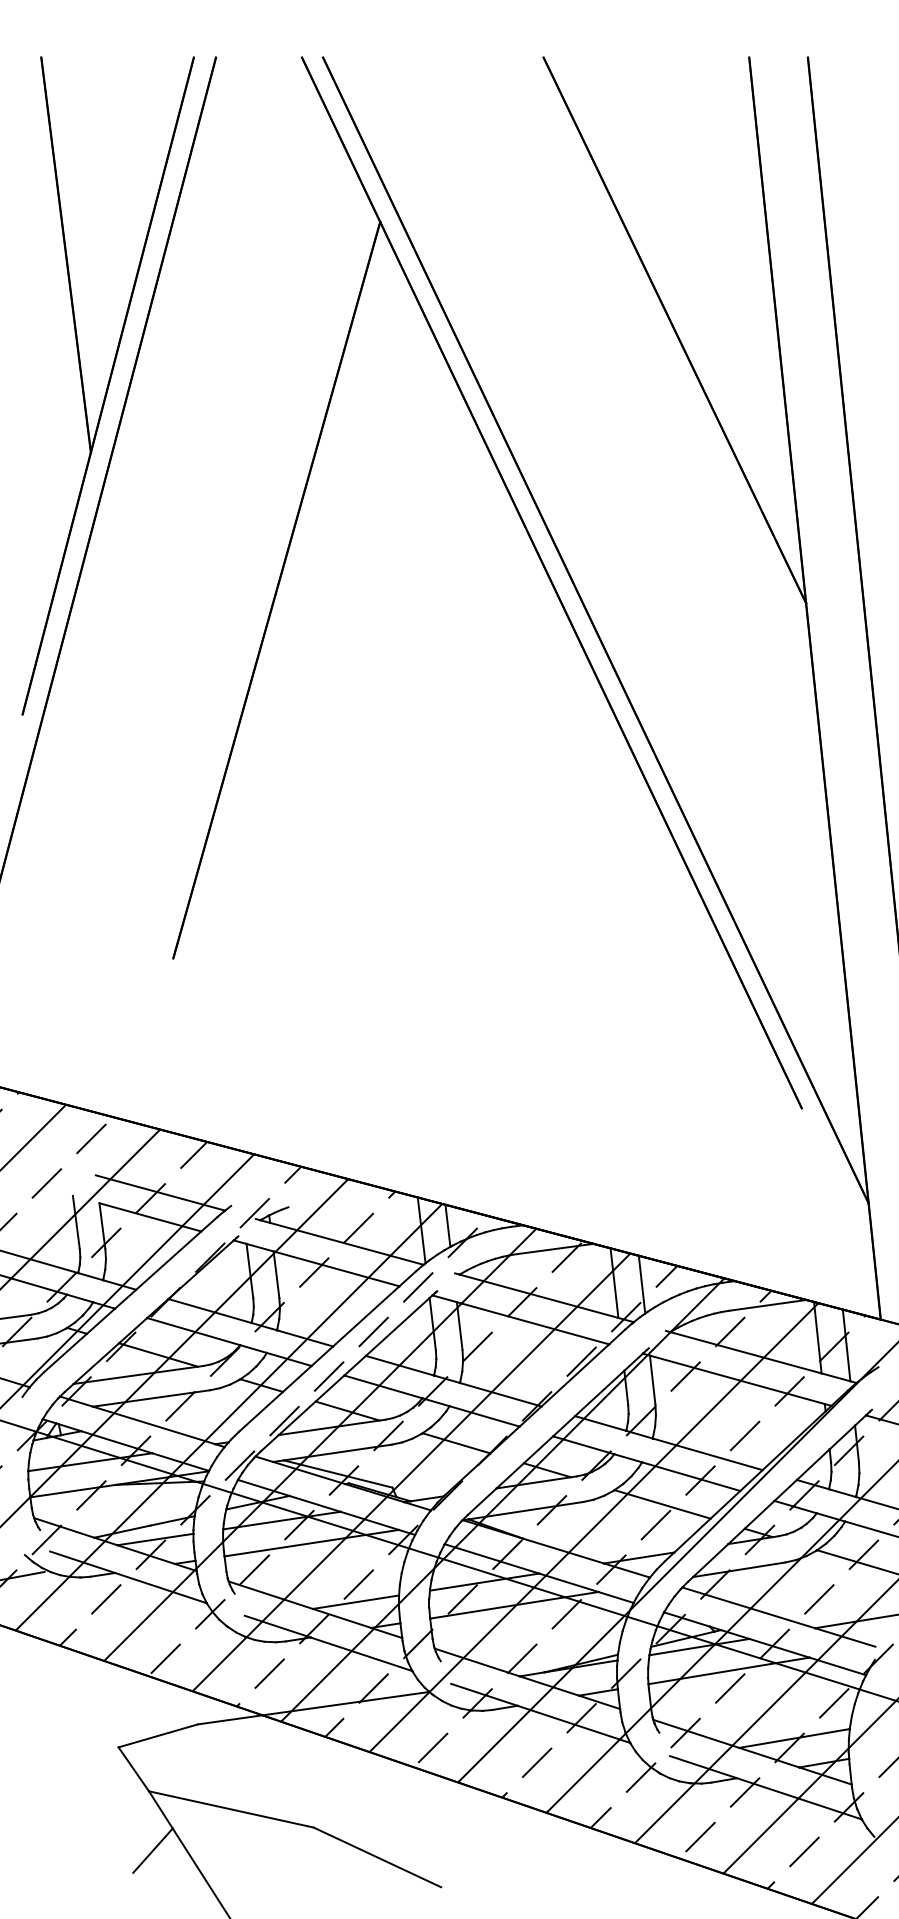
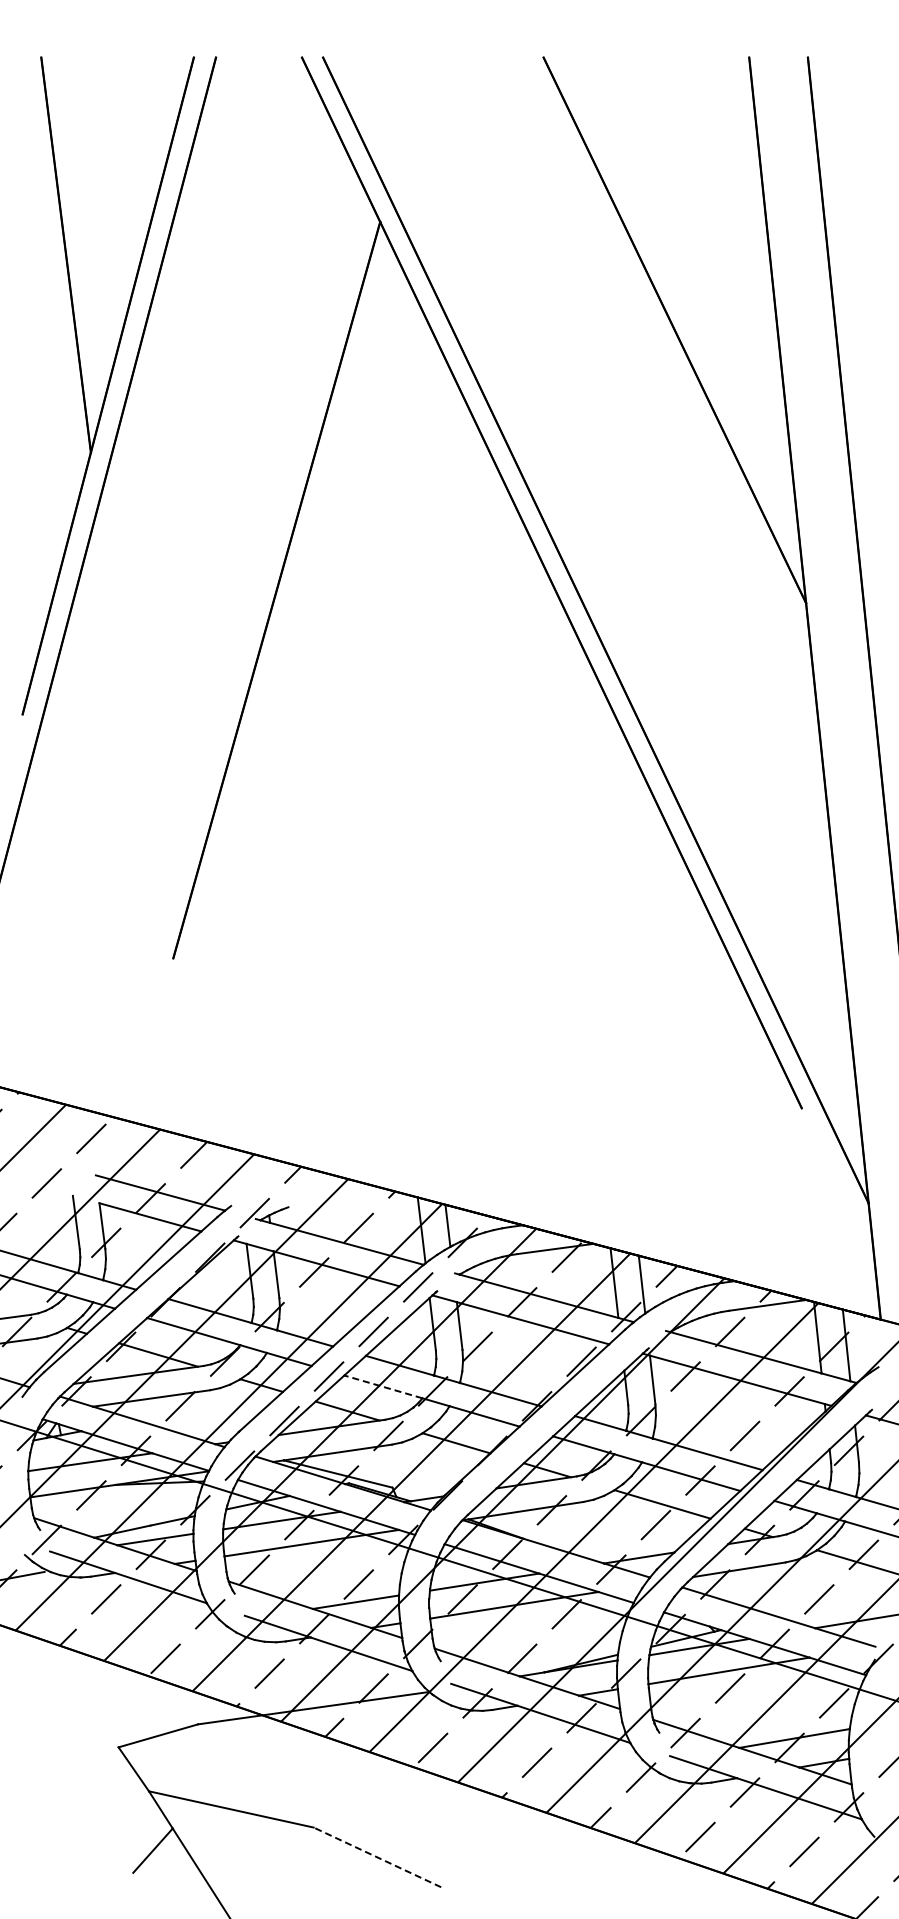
line at (383, 1386): solid -> dashed
line at (376, 1857): solid -> dashed
